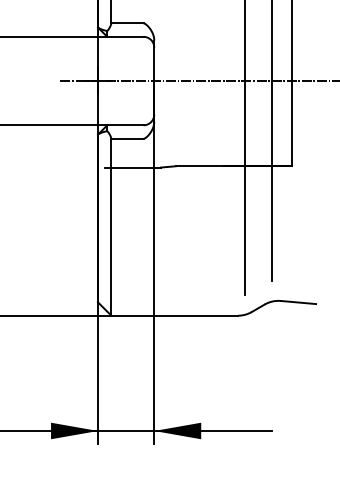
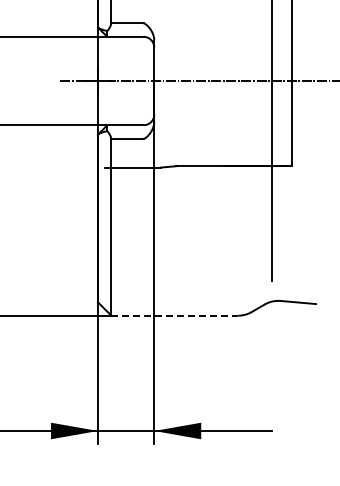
line at (245, 148): present -> none
line at (175, 315): solid -> dashed
